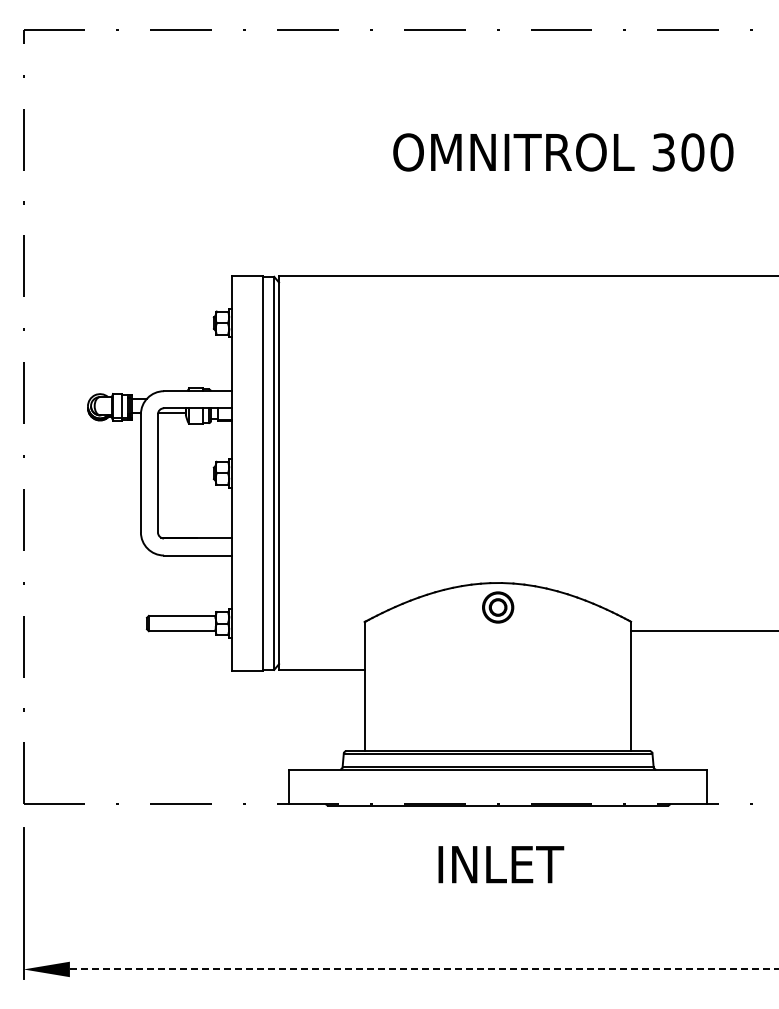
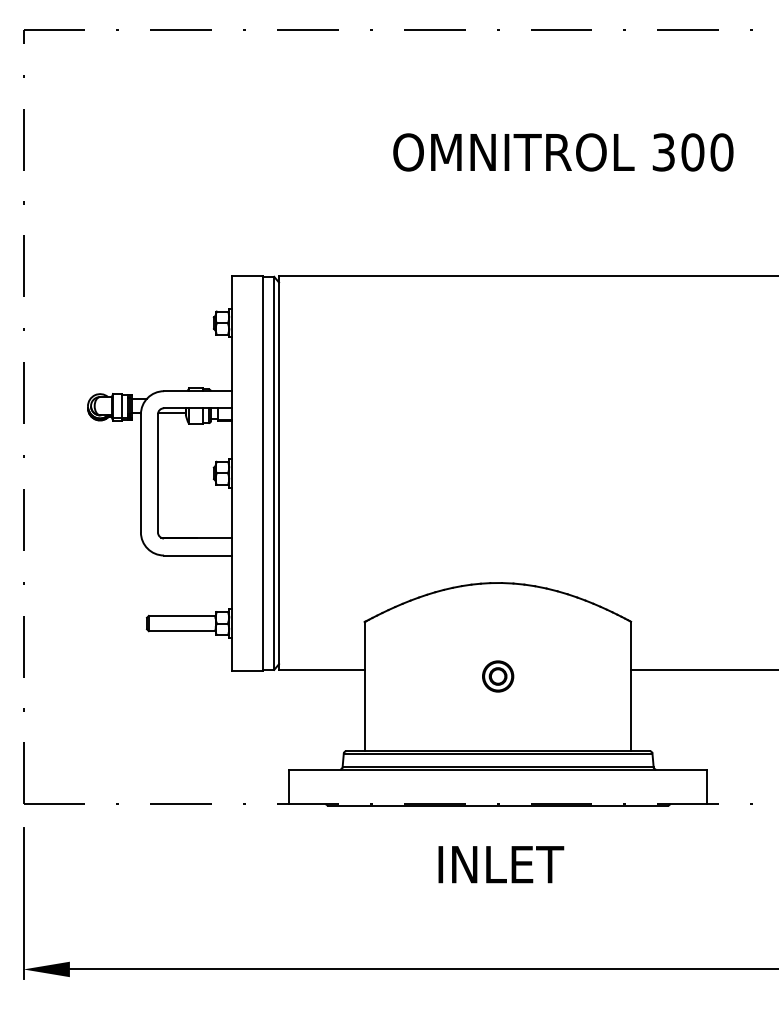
part at (498, 607) position: (498, 607) -> (498, 676)
line at (703, 631) position: (703, 631) -> (703, 670)
line at (424, 969): dashed -> solid
